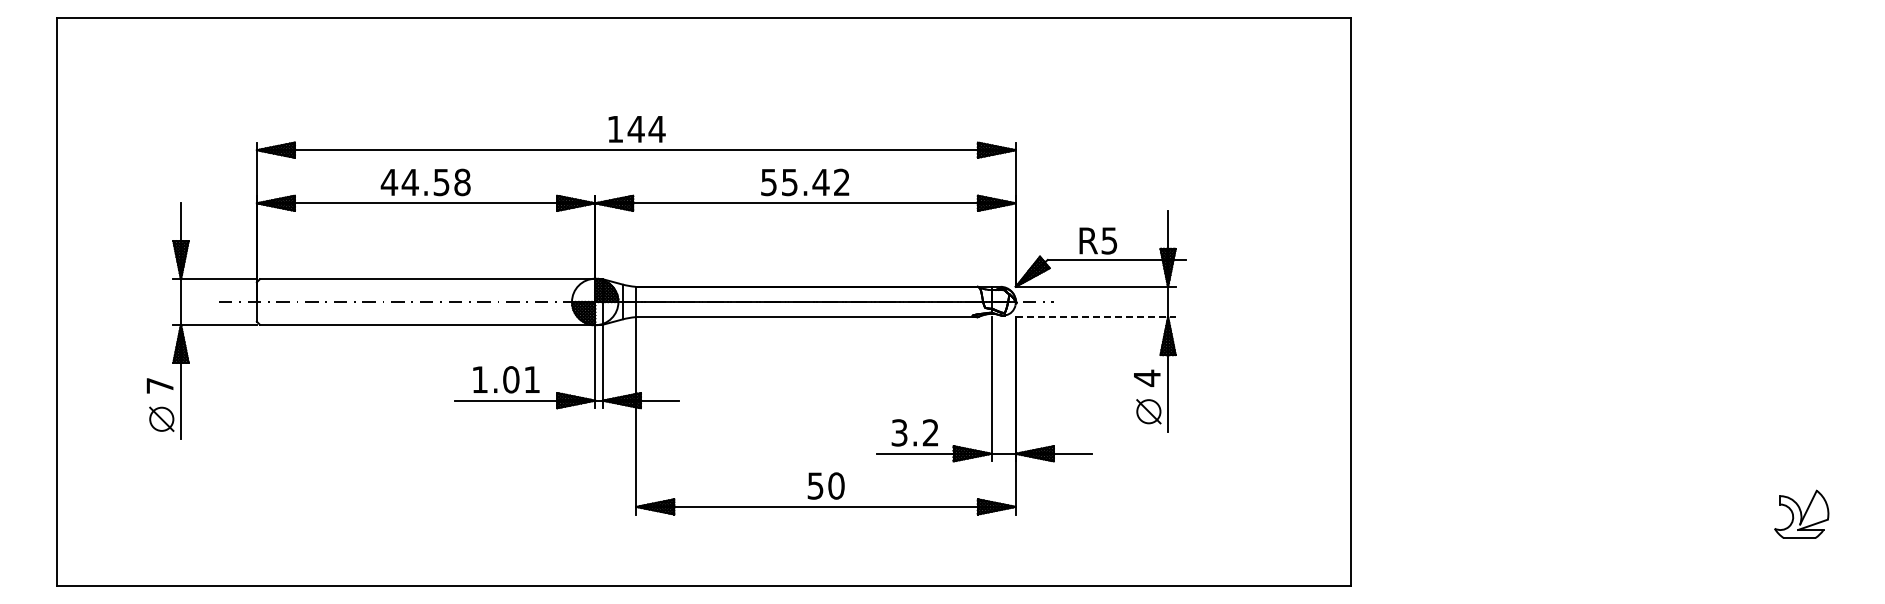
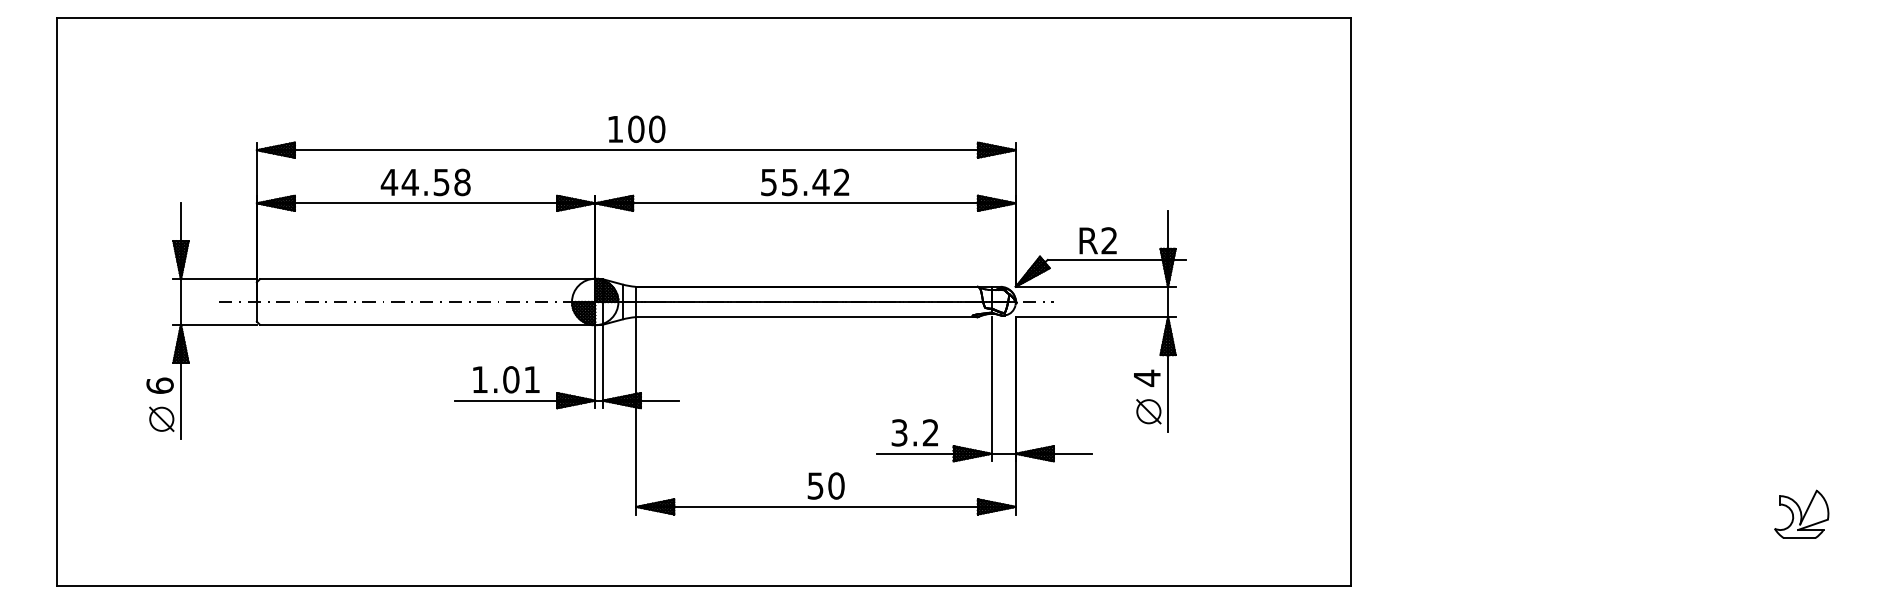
text at (646, 129): 144 -> 100
text at (1109, 240): R5 -> R2
line at (1095, 317): dashed -> solid
text at (159, 385): 7 -> 6
